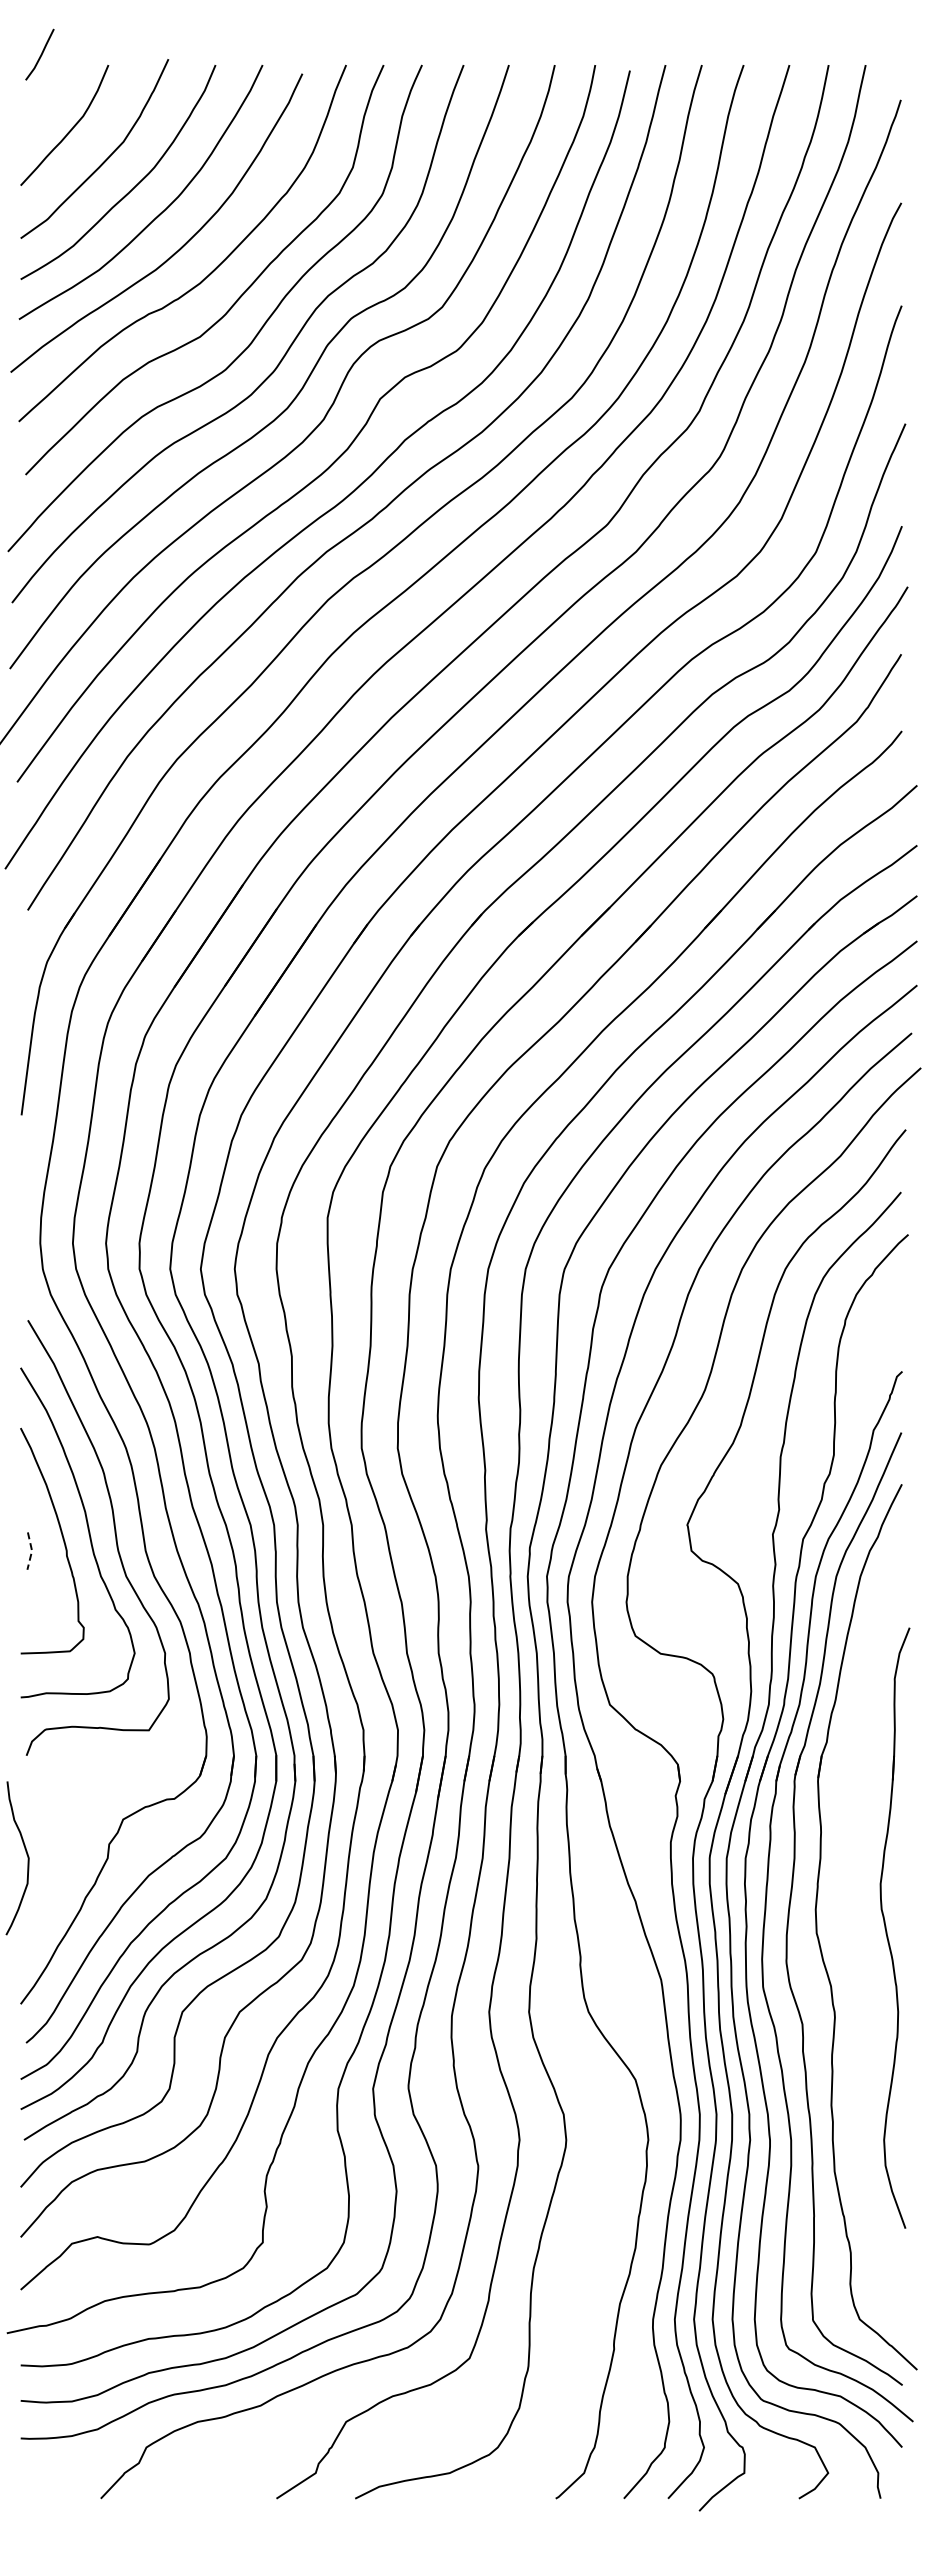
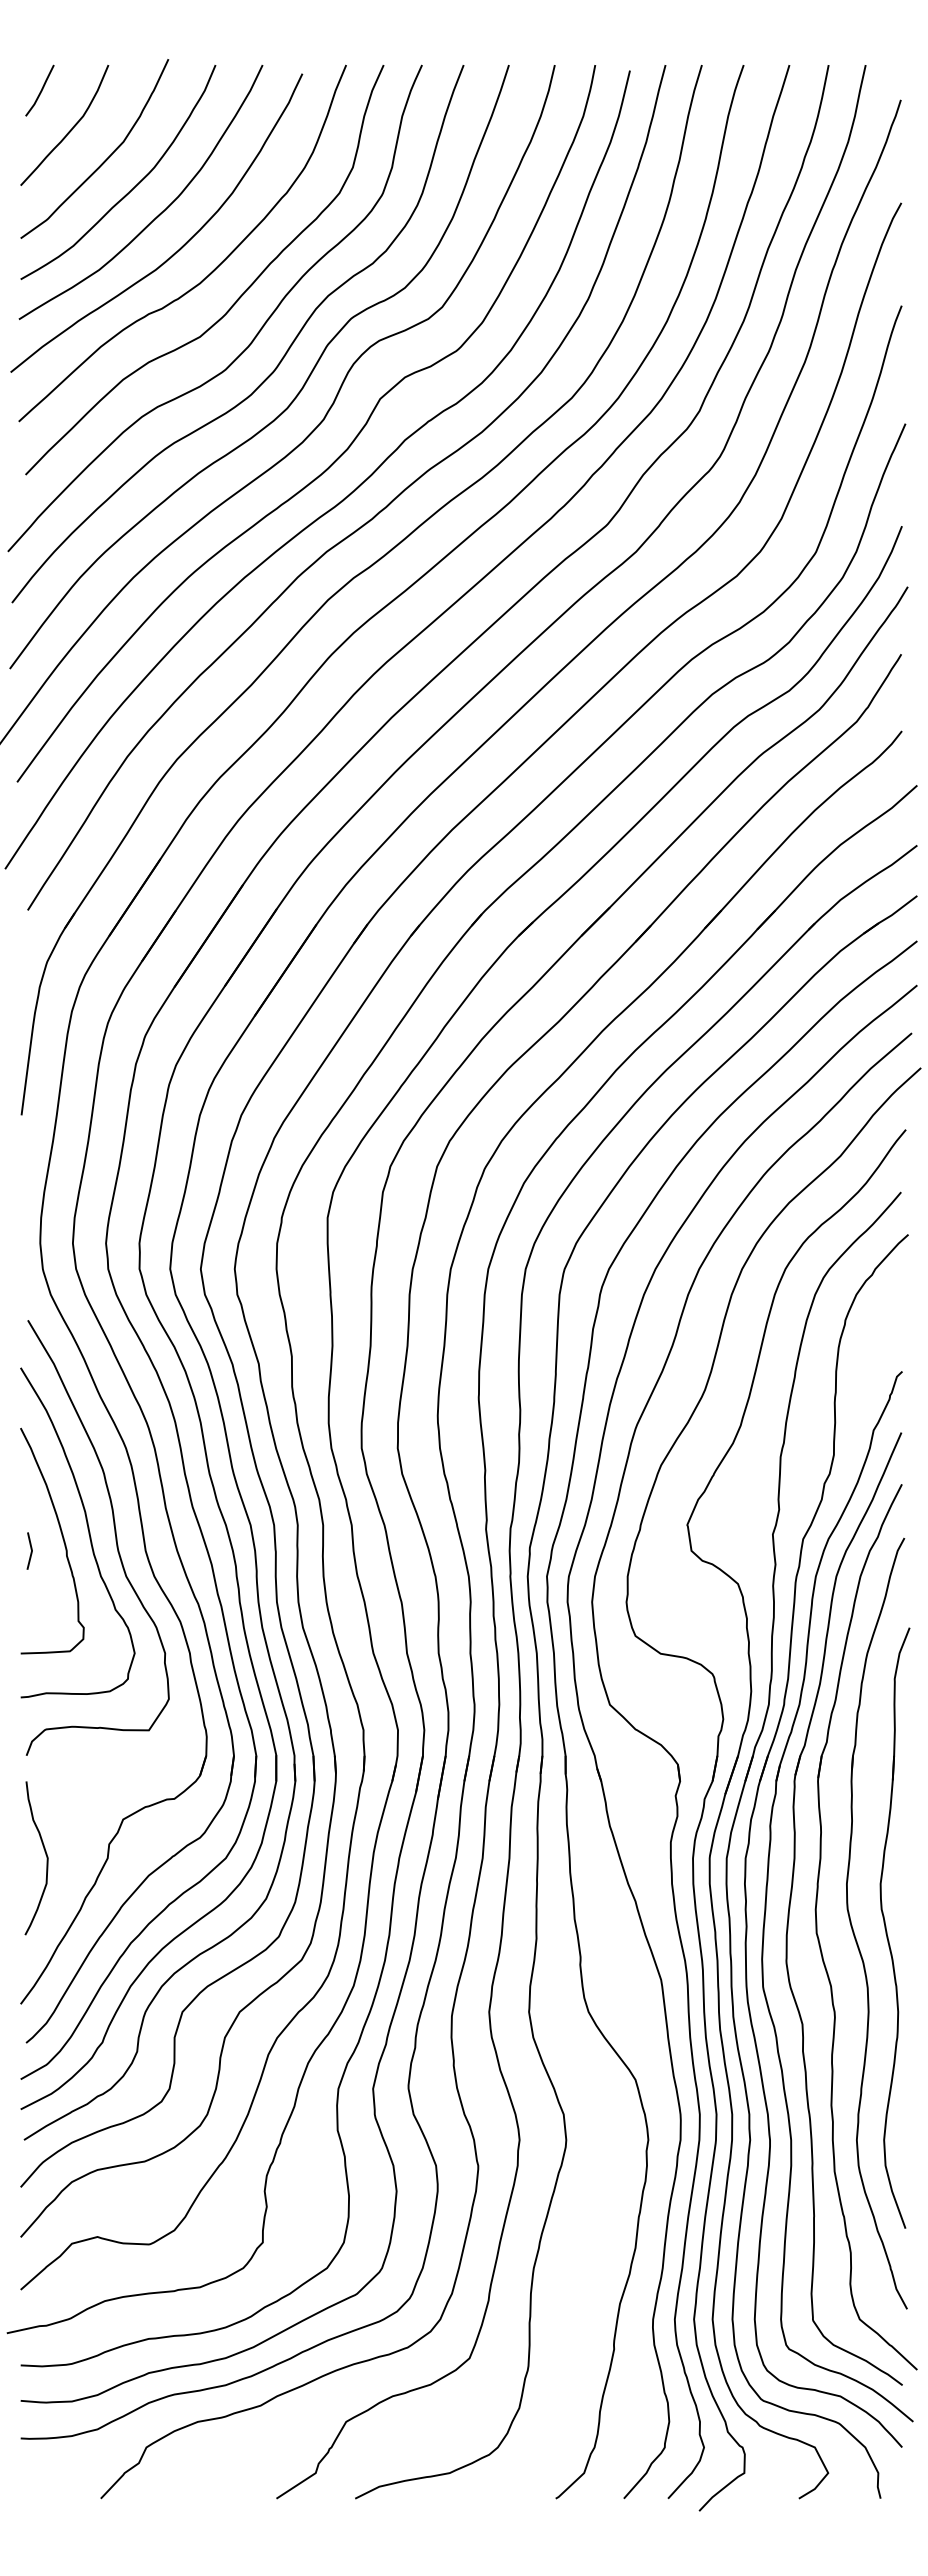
line at (40, 54) position: (40, 54) -> (40, 90)
line at (32, 1550): dashed -> solid
curve at (26, 1855) position: (26, 1855) -> (45, 1855)
part at (854, 1931): none -> present
